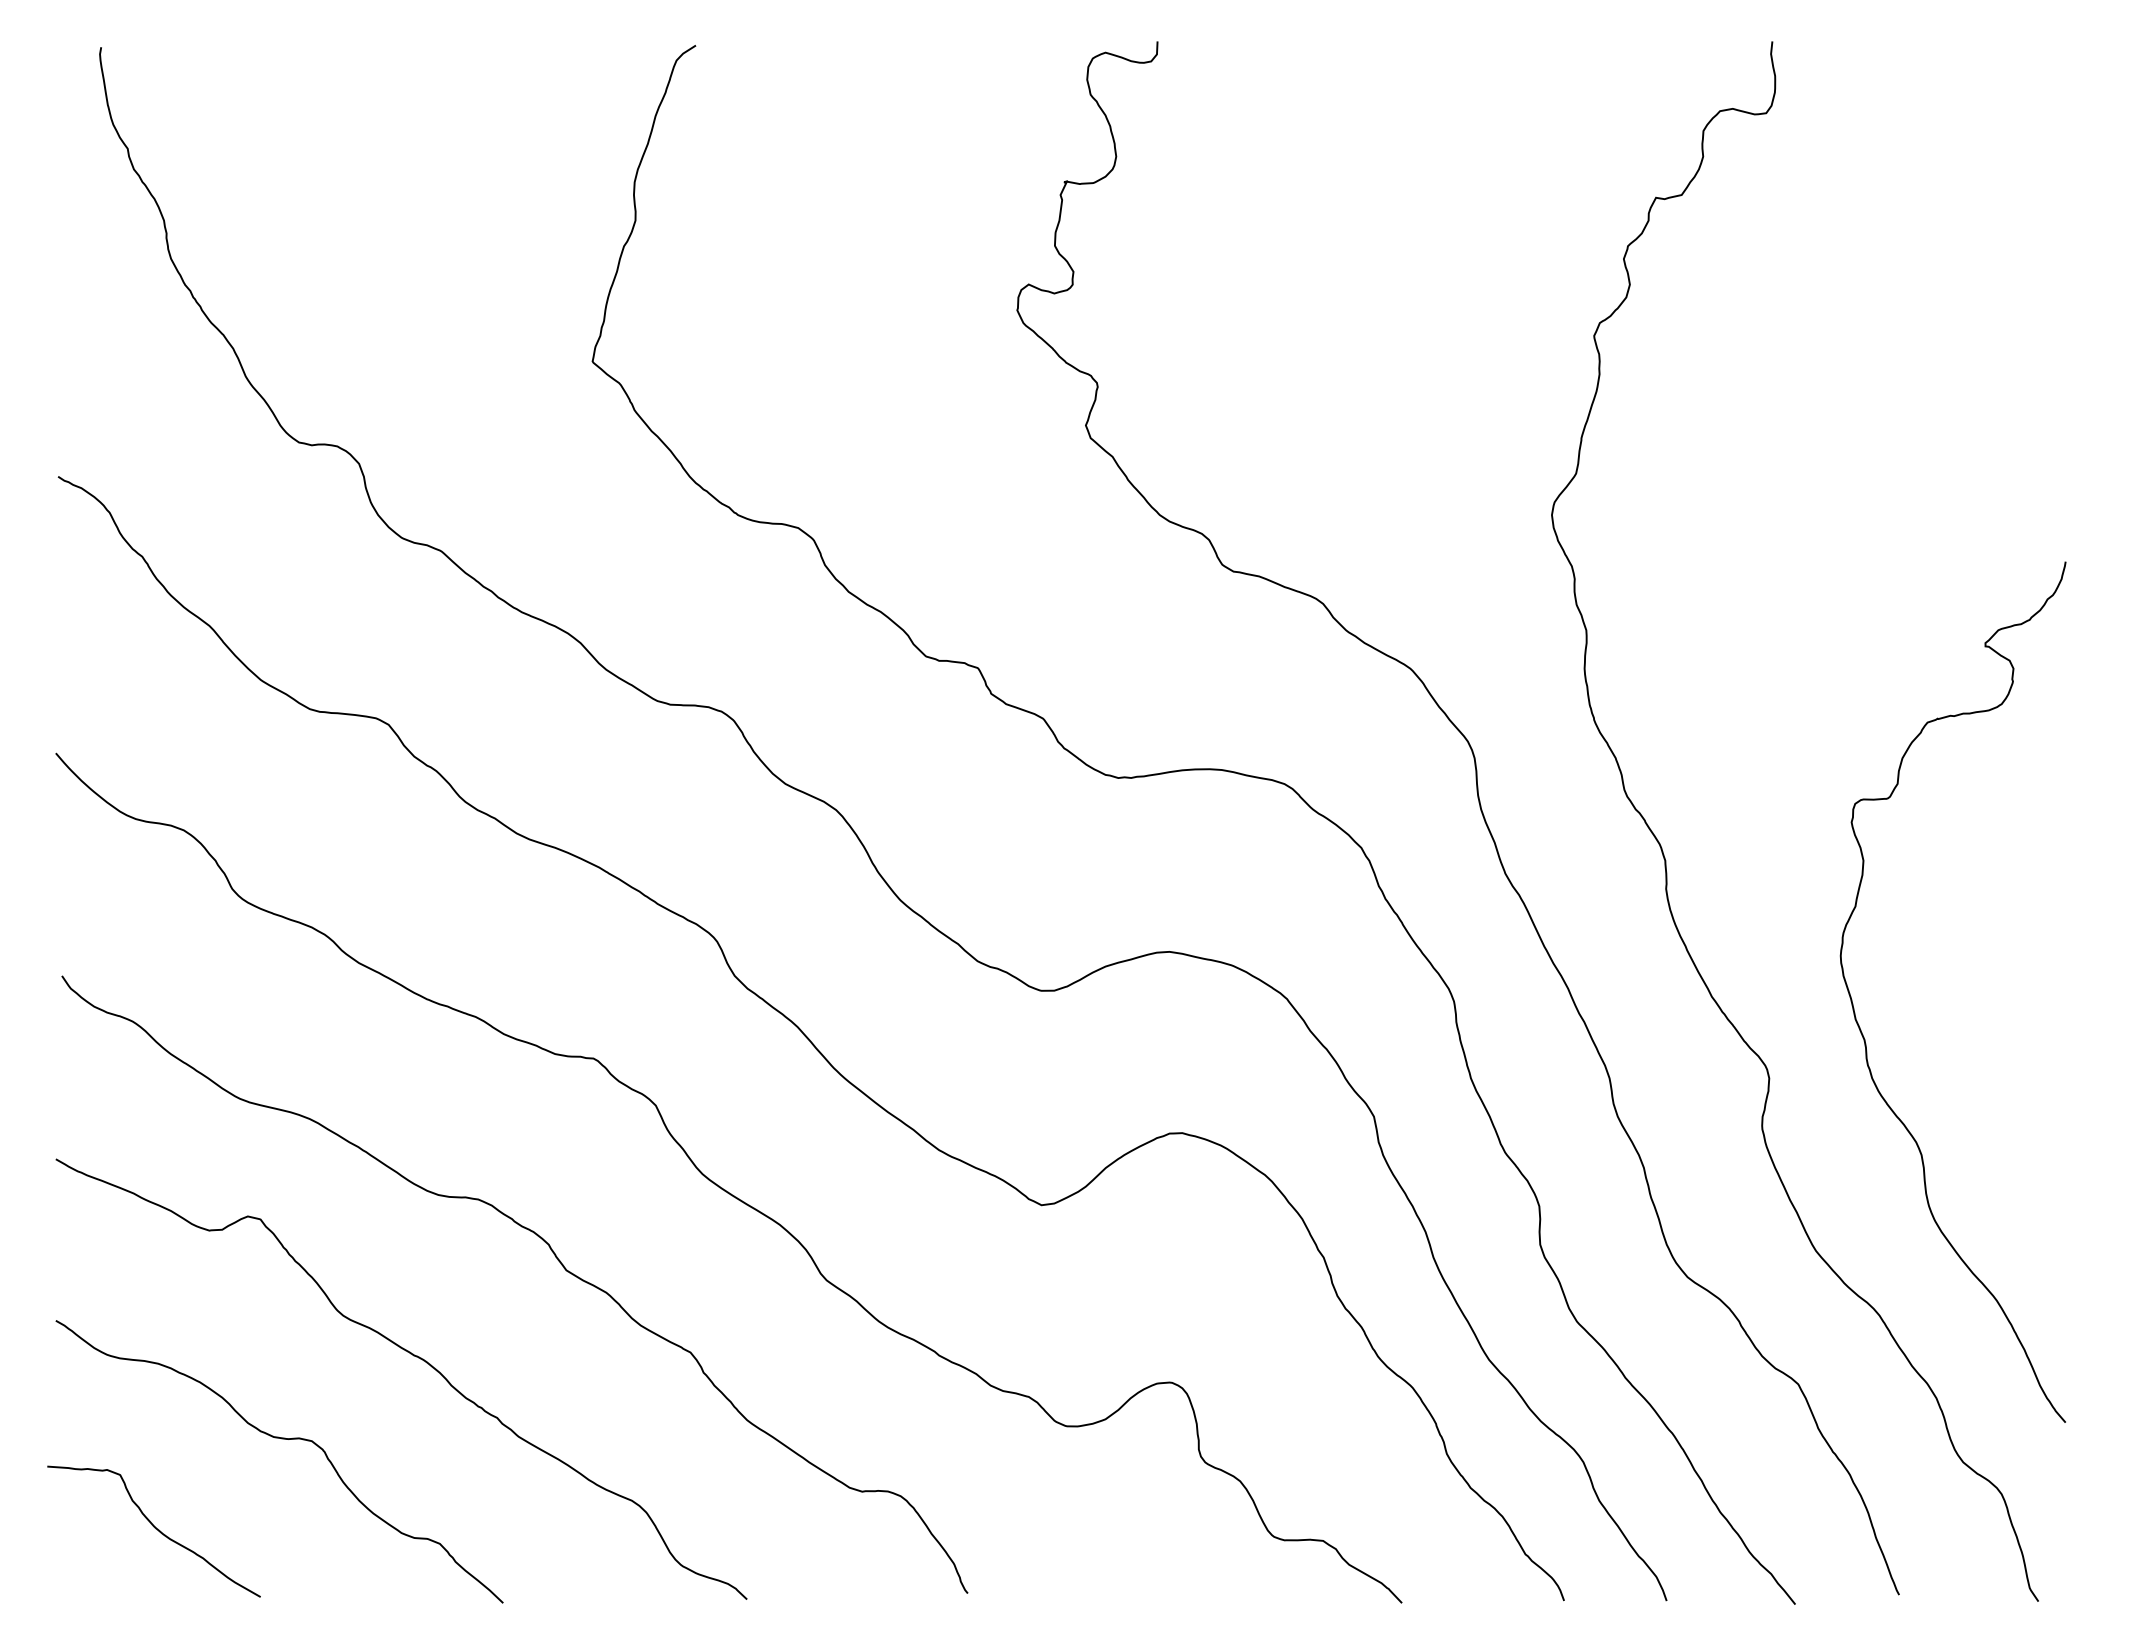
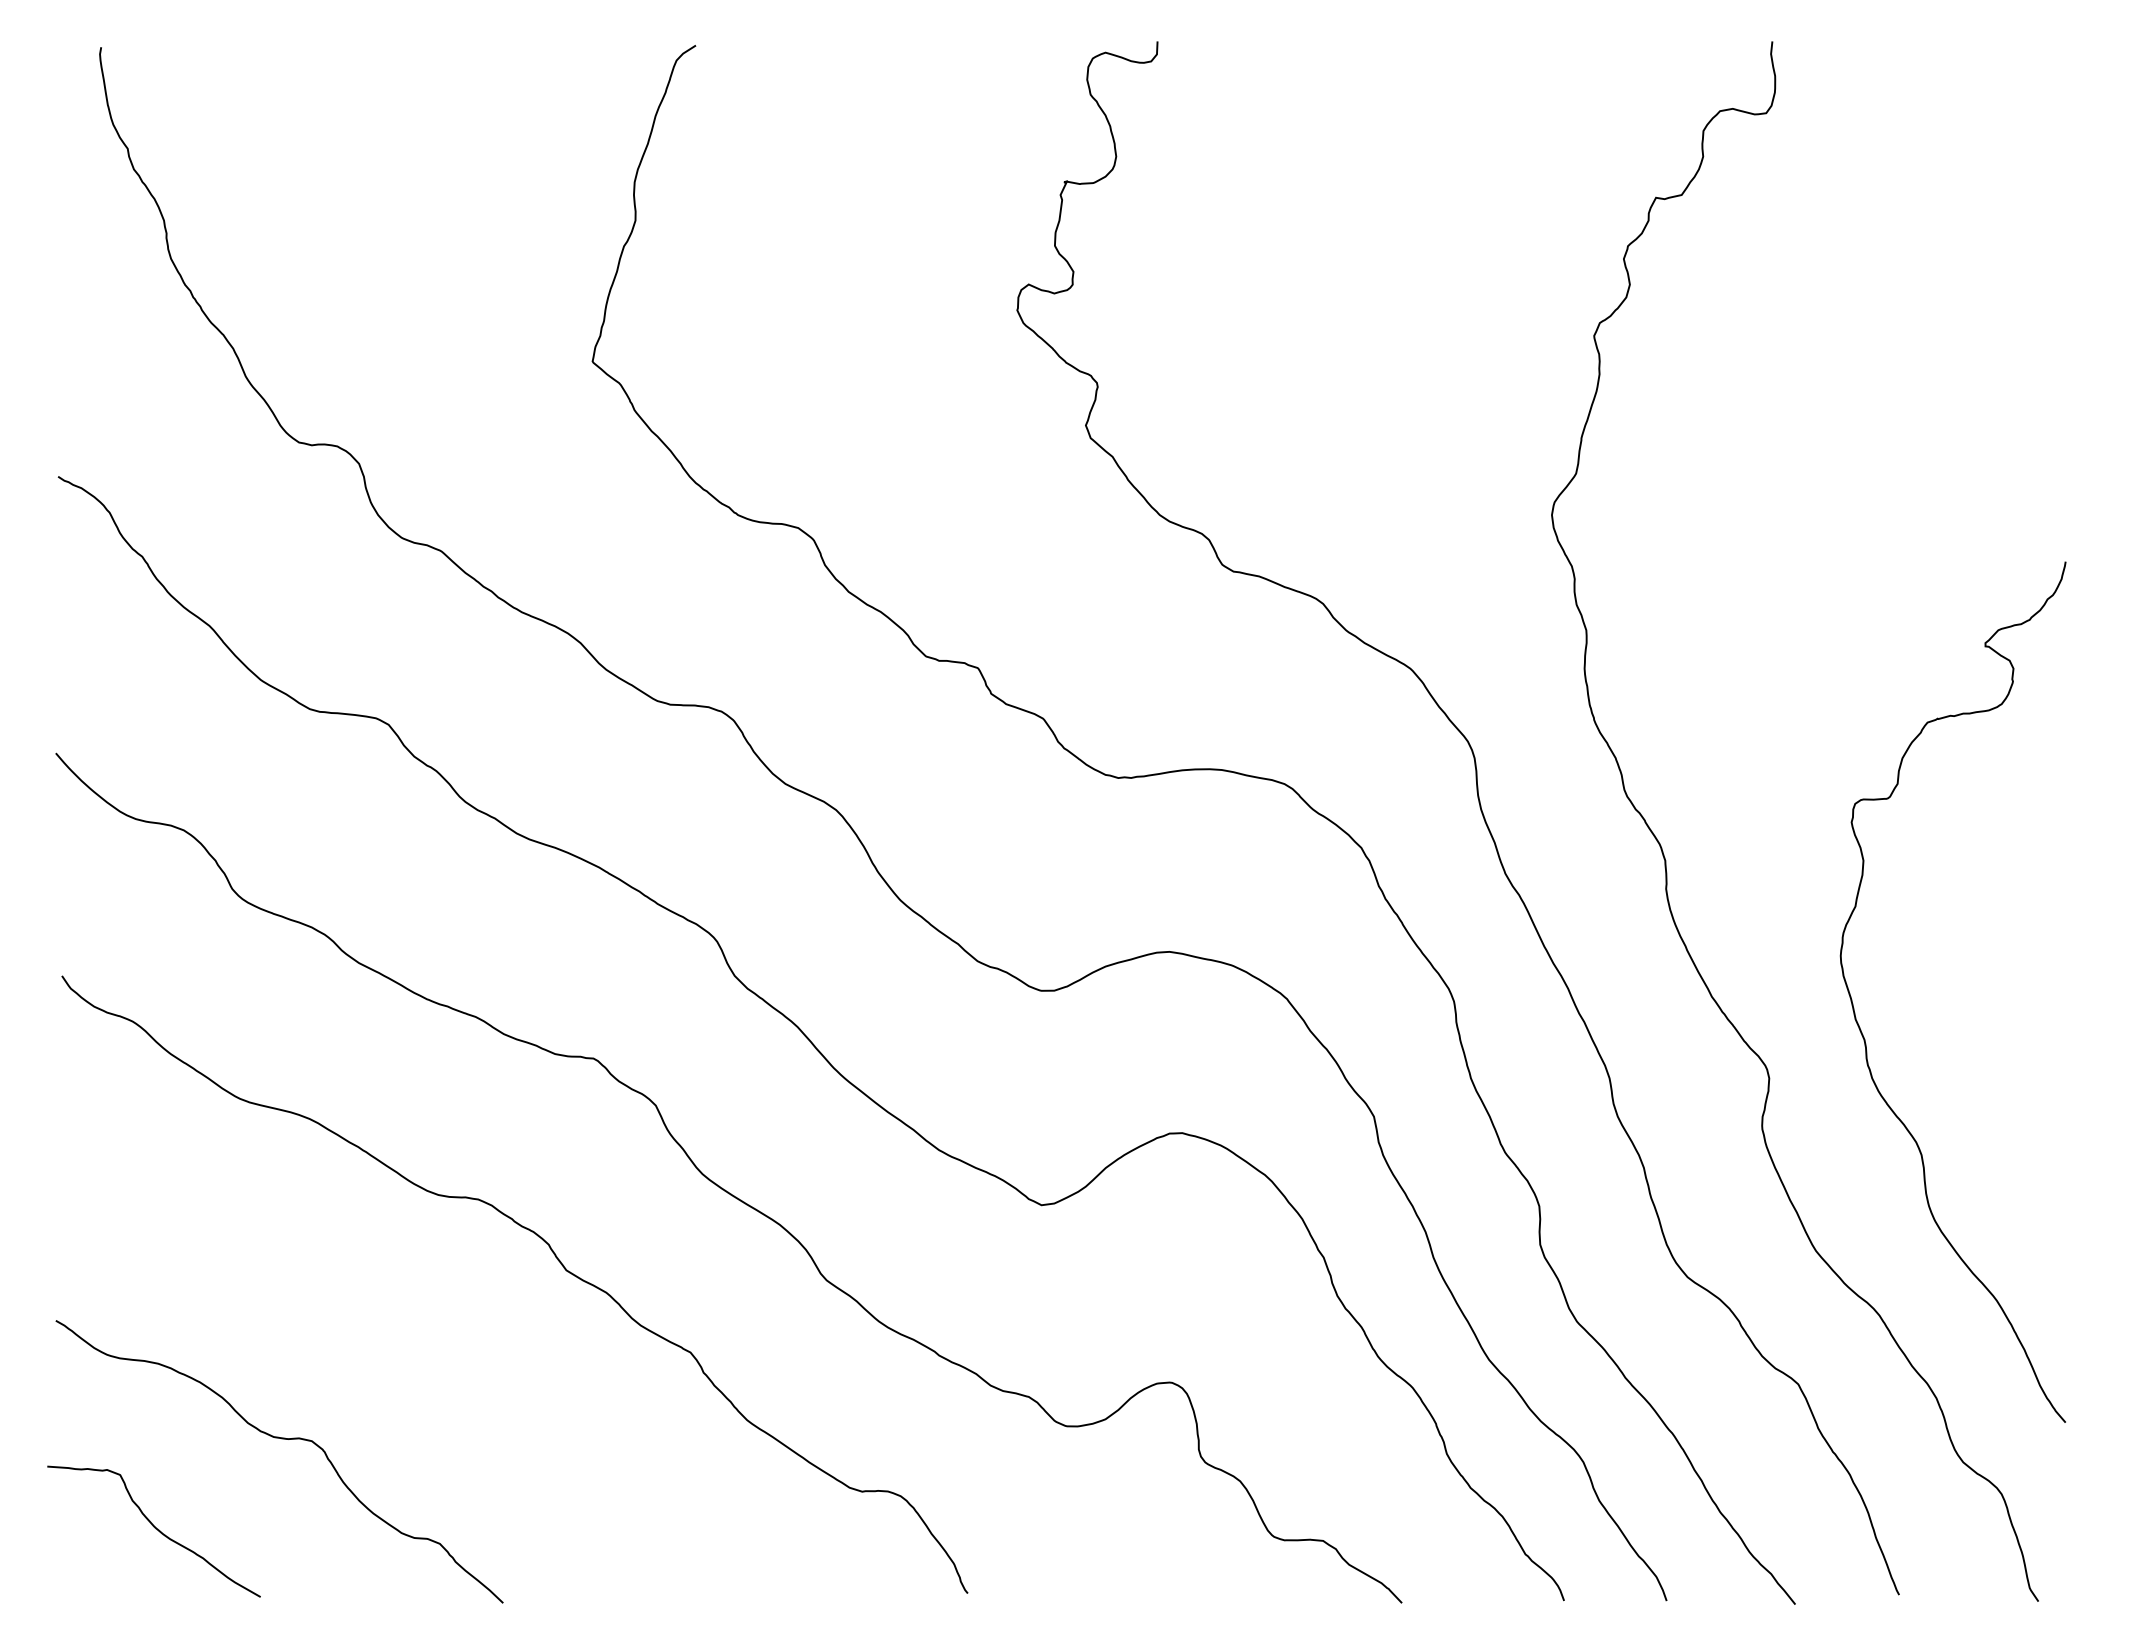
curve at (413, 1356): present -> none
